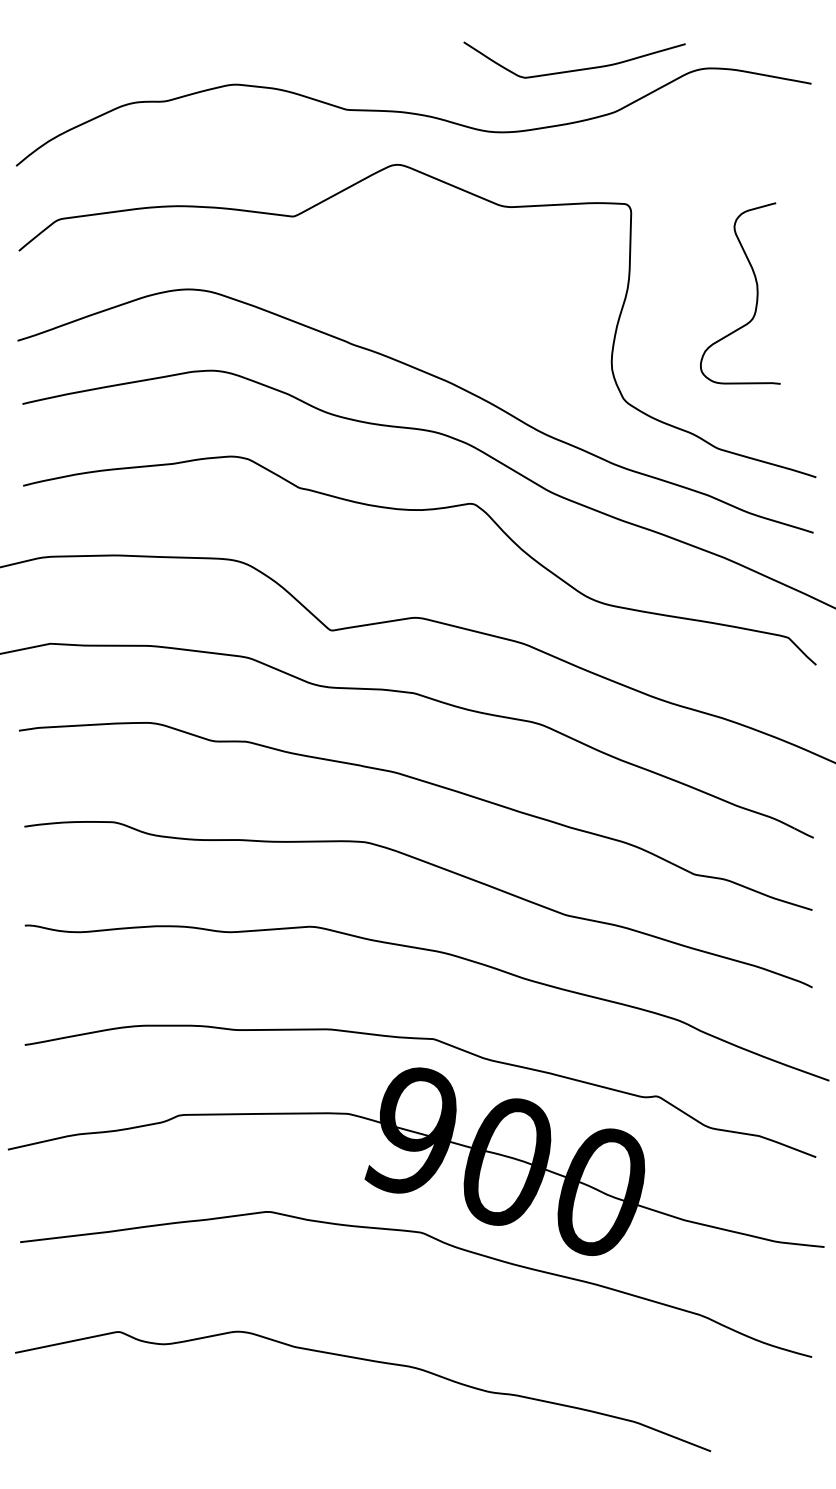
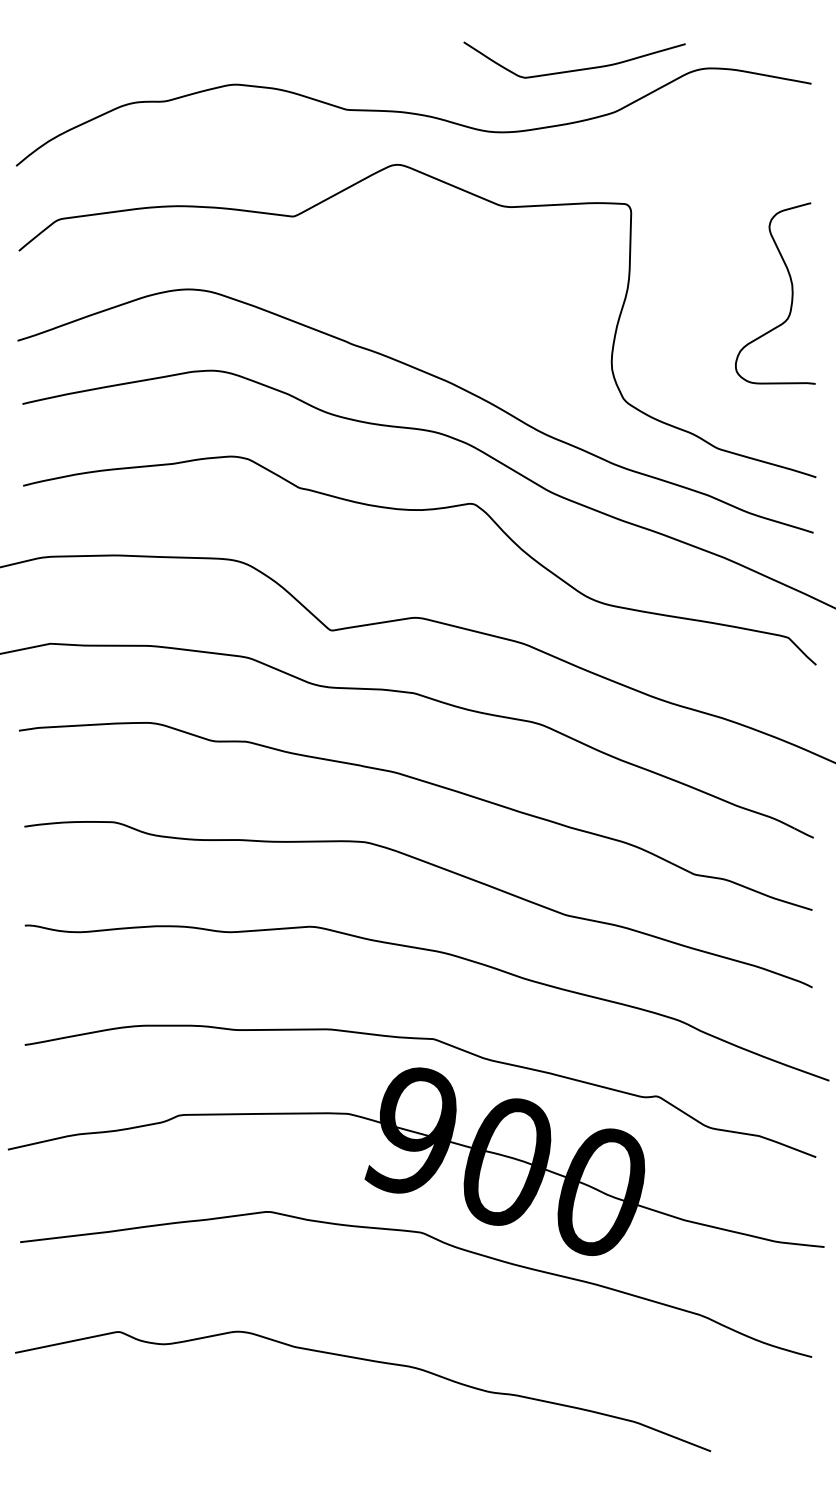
curve at (756, 293) position: (756, 293) -> (791, 293)
